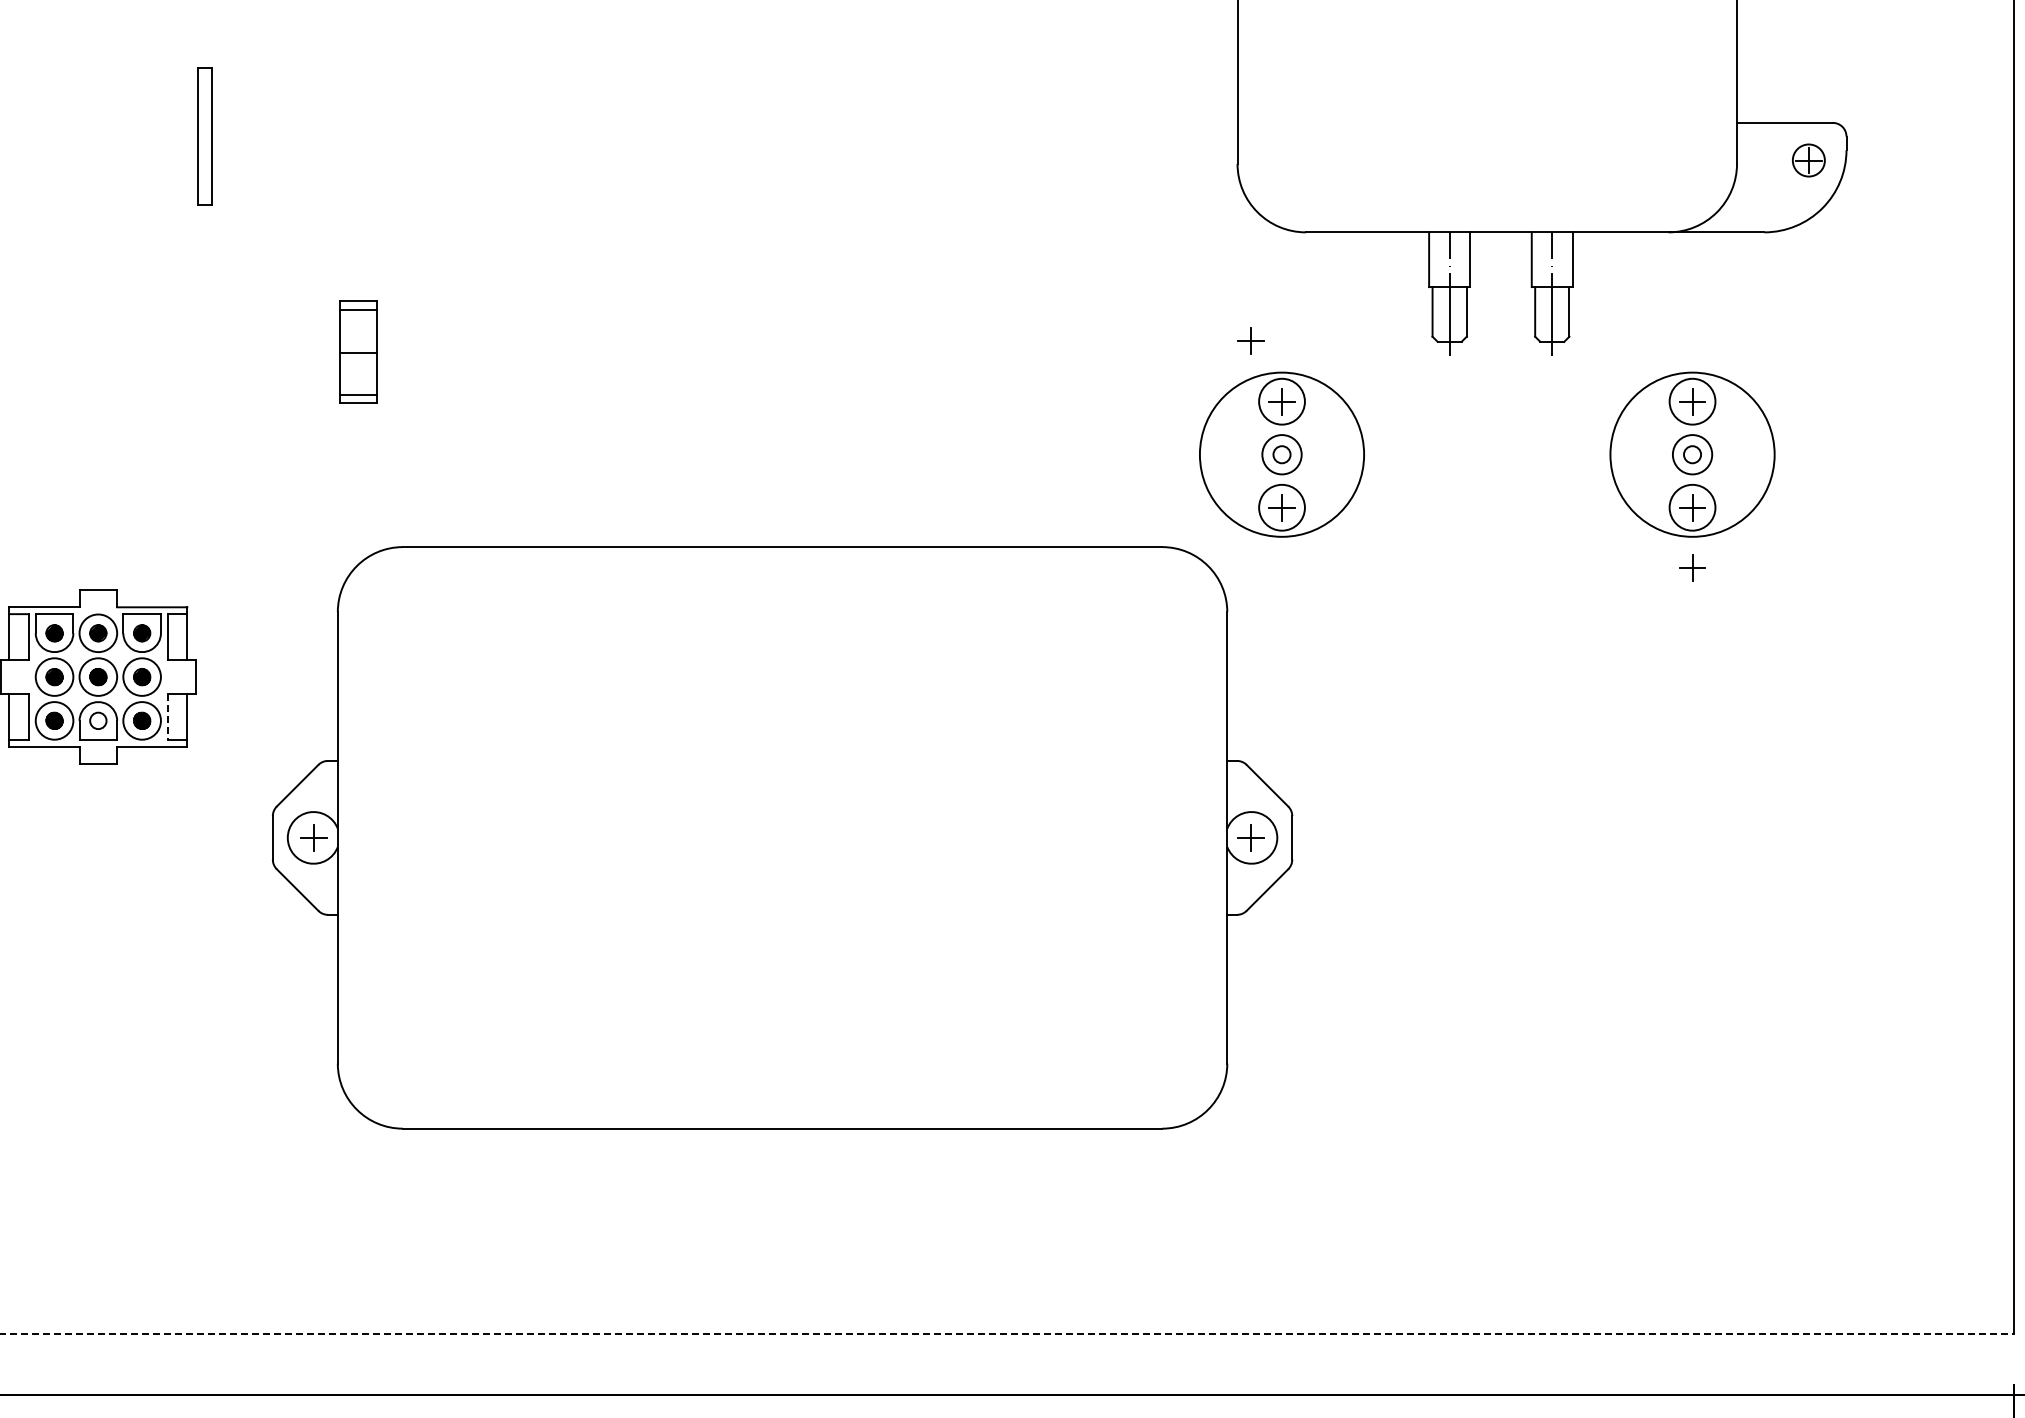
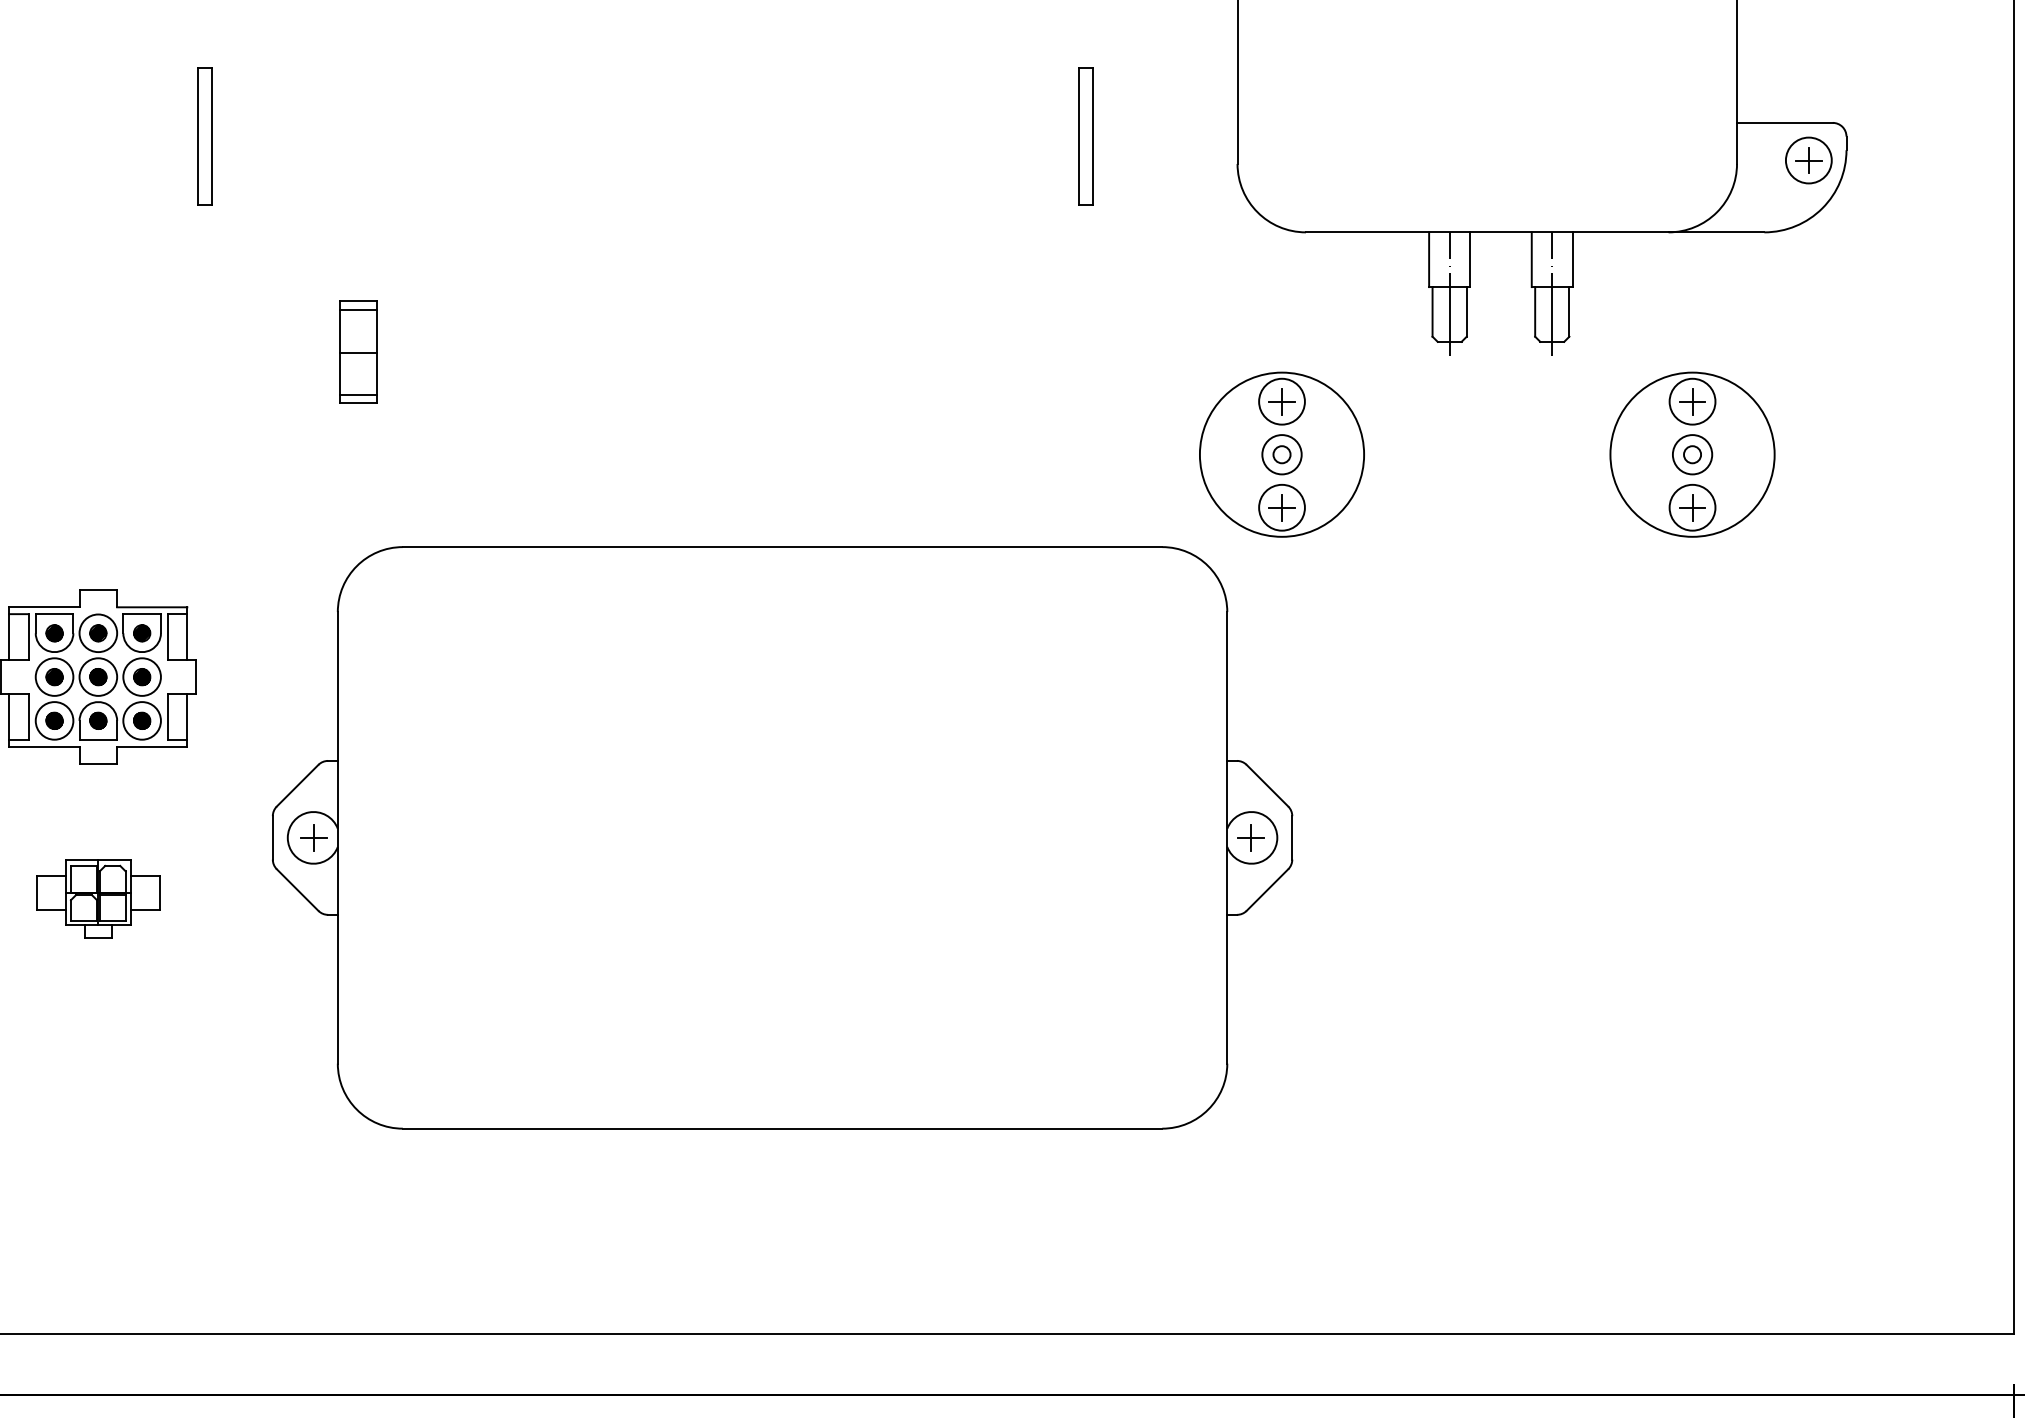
part at (1085, 136): none -> present
circle at (1808, 160) diameter: 32 px -> 46 px
part at (1250, 340): present -> none
part at (1692, 567): present -> none
line at (168, 717): dashed -> solid
hatch at (98, 720): none -> present
part at (98, 898): none -> present
line at (1007, 1333): dashed -> solid
